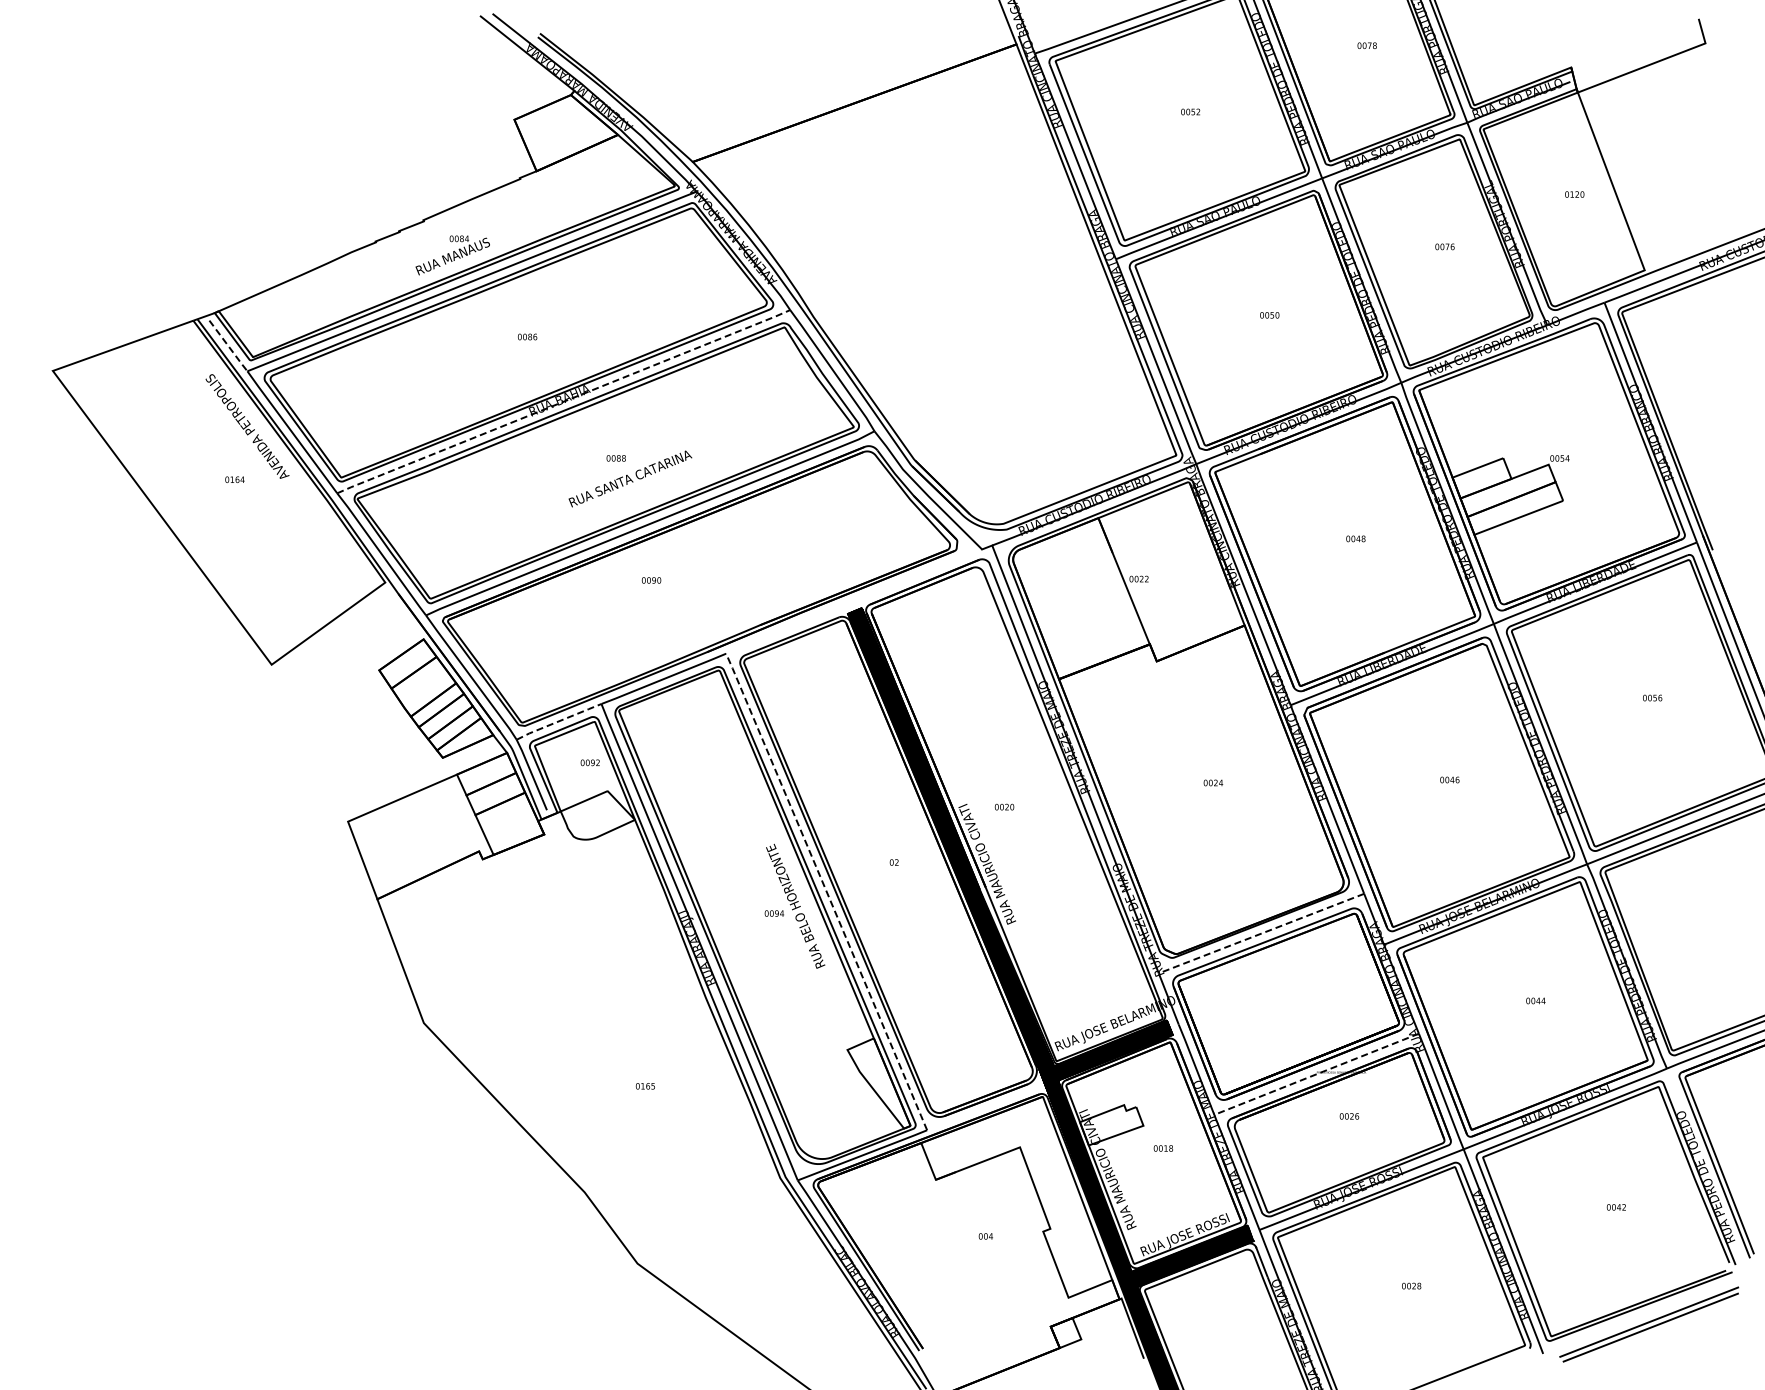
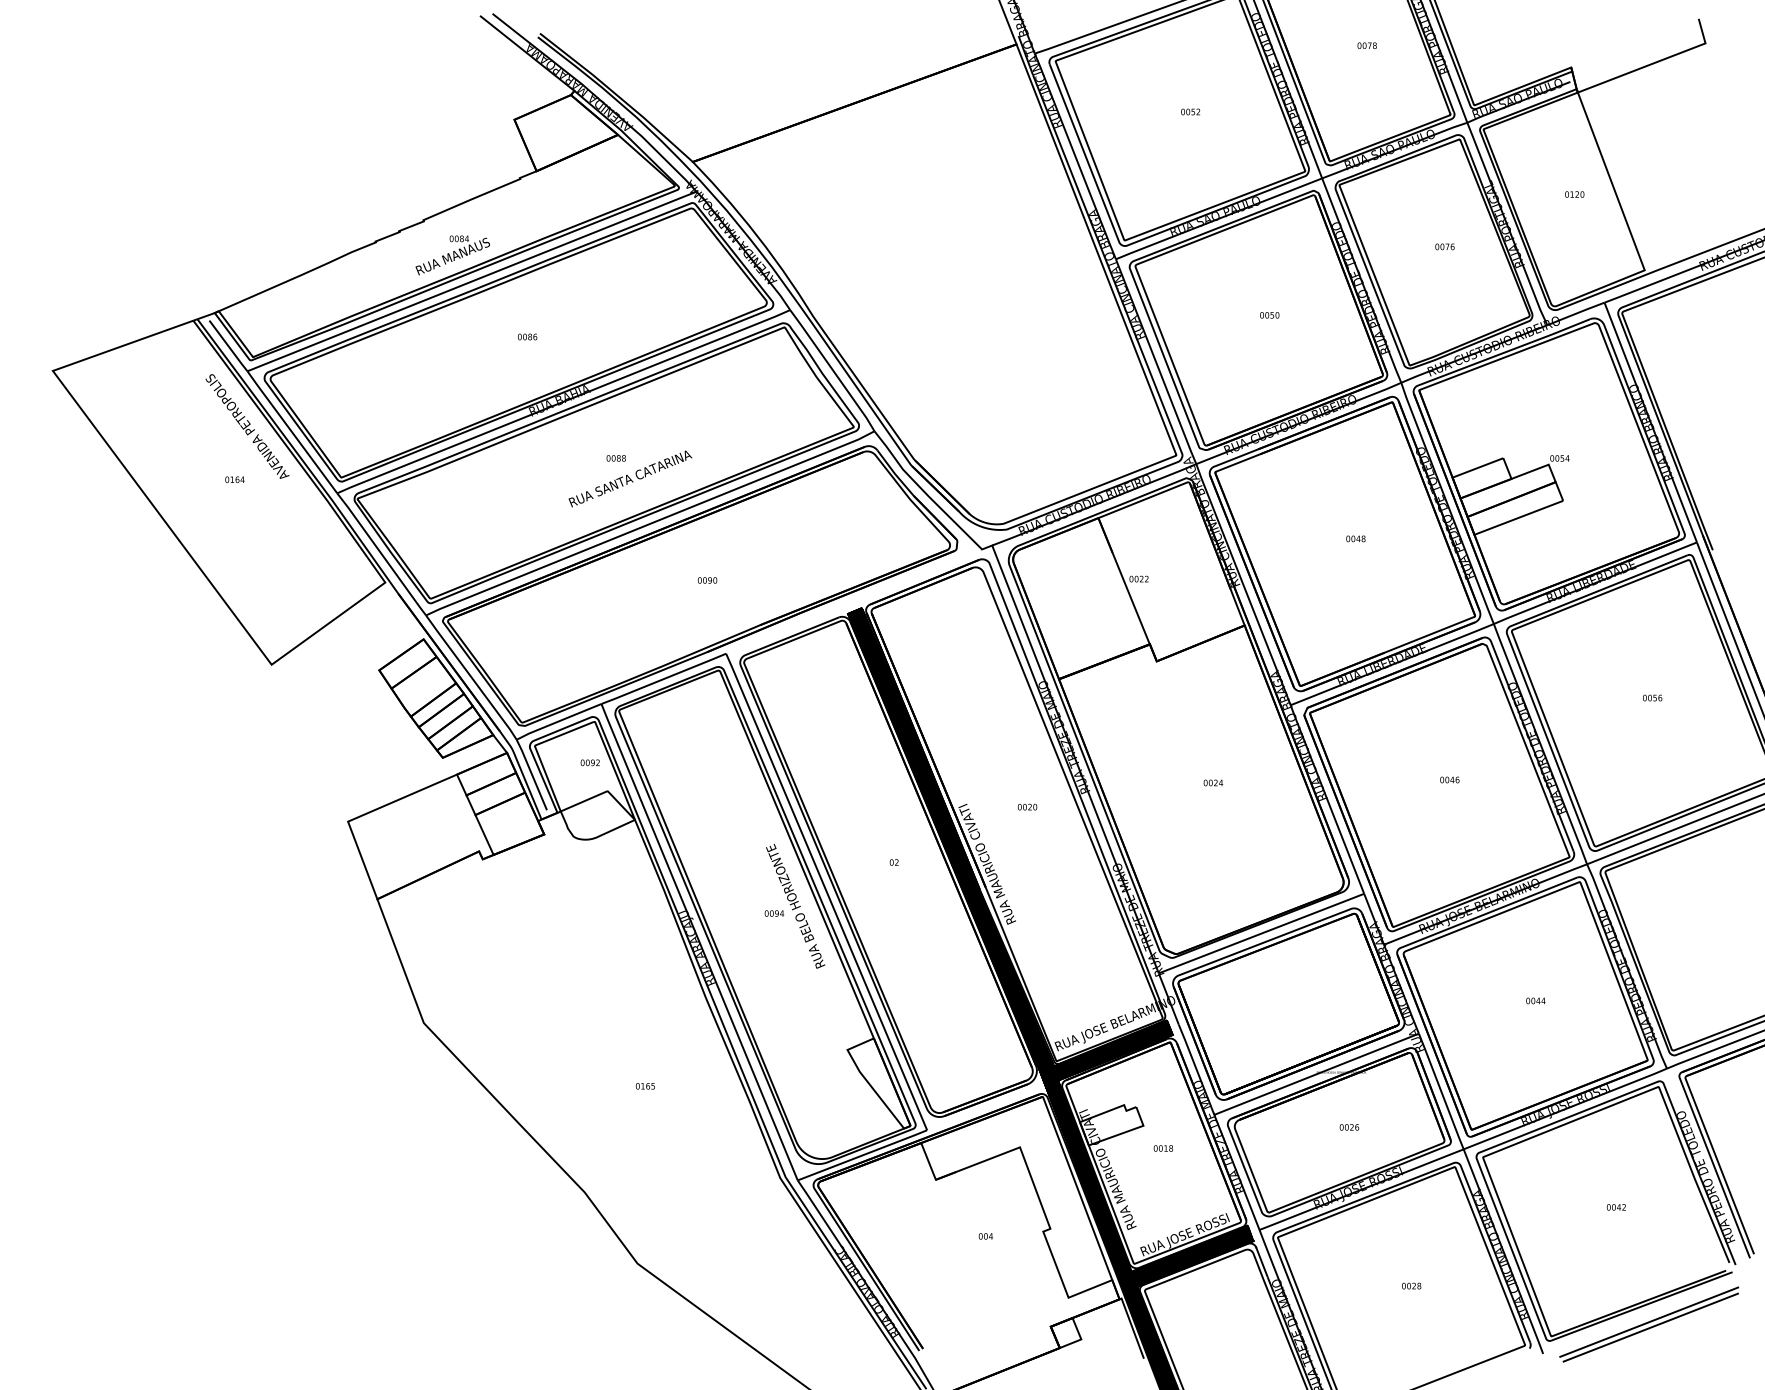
line at (229, 346): dashed -> solid
line at (564, 401): dashed -> solid
text at (651, 580) position: (651, 580) -> (707, 580)
line at (558, 721): dashed -> solid
text at (1004, 806) position: (1004, 806) -> (1027, 806)
line at (826, 891): dashed -> solid
line at (1260, 933): dashed -> solid
line at (1316, 1074): dashed -> solid
text at (1349, 1116) position: (1349, 1116) -> (1349, 1127)
